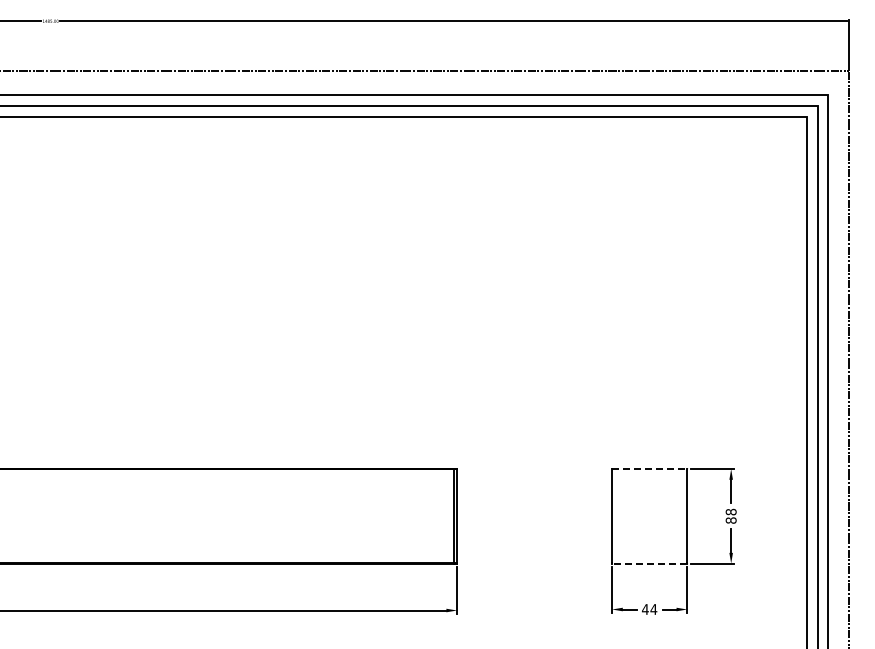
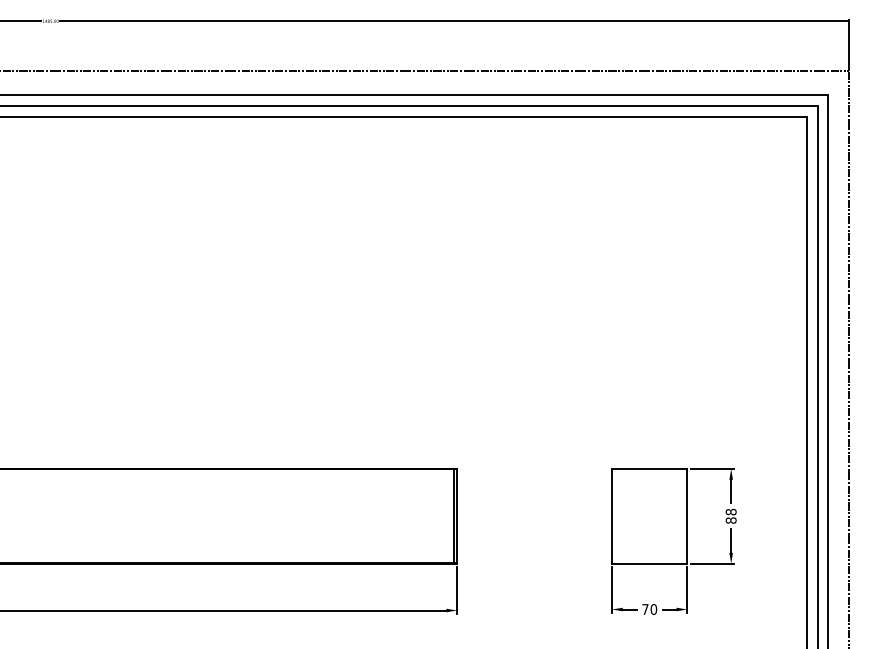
line at (650, 469): dashed -> solid
line at (649, 563): dashed -> solid
text at (649, 609): 44 -> 70
